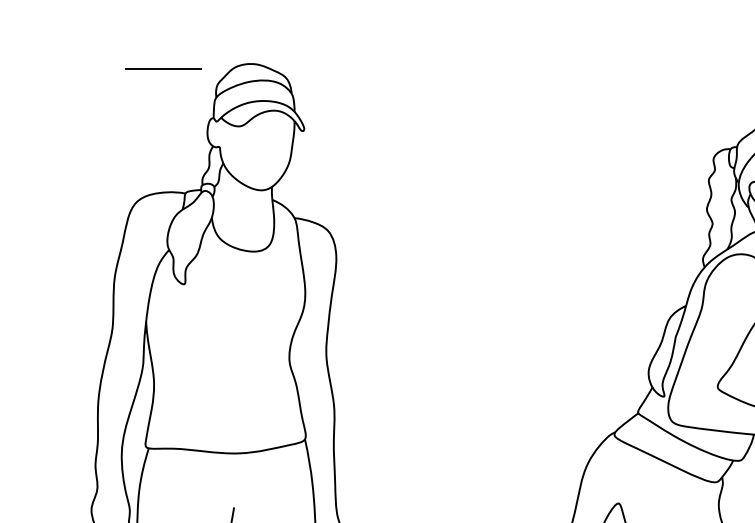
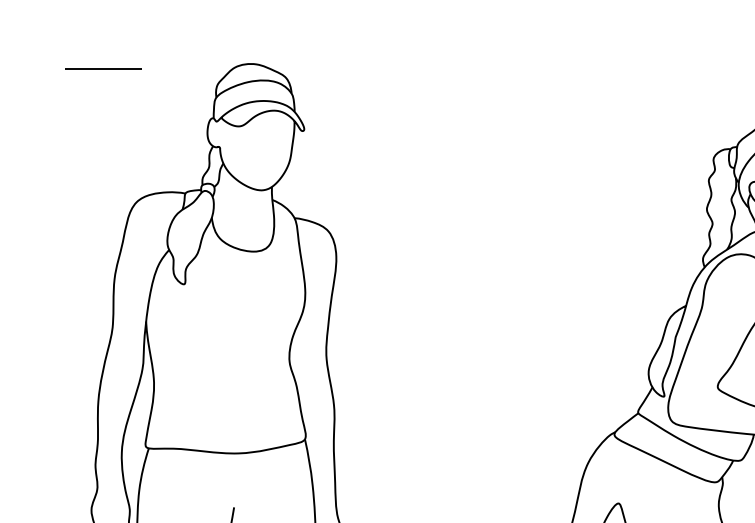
line at (163, 68) position: (163, 68) -> (103, 68)
